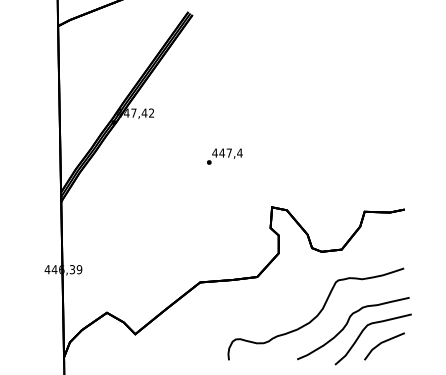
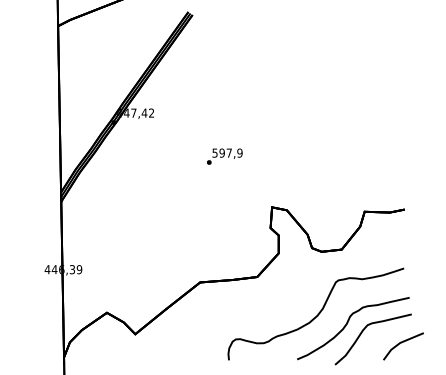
text at (227, 152): 447,4 -> 597,9
part at (384, 346) position: (384, 346) -> (403, 346)
